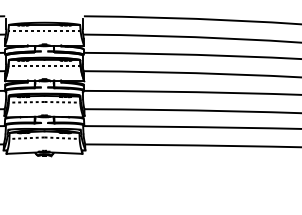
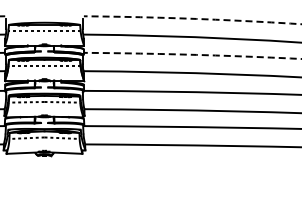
arc at (192, 18): solid -> dashed
arc at (192, 54): solid -> dashed
